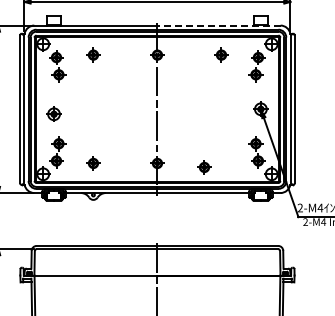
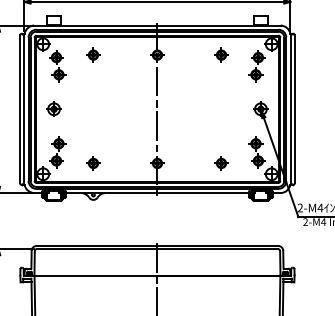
line at (219, 25): dashed -> solid
part at (53, 113) position: (53, 113) -> (53, 108)
part at (204, 167) position: (204, 167) -> (221, 163)
